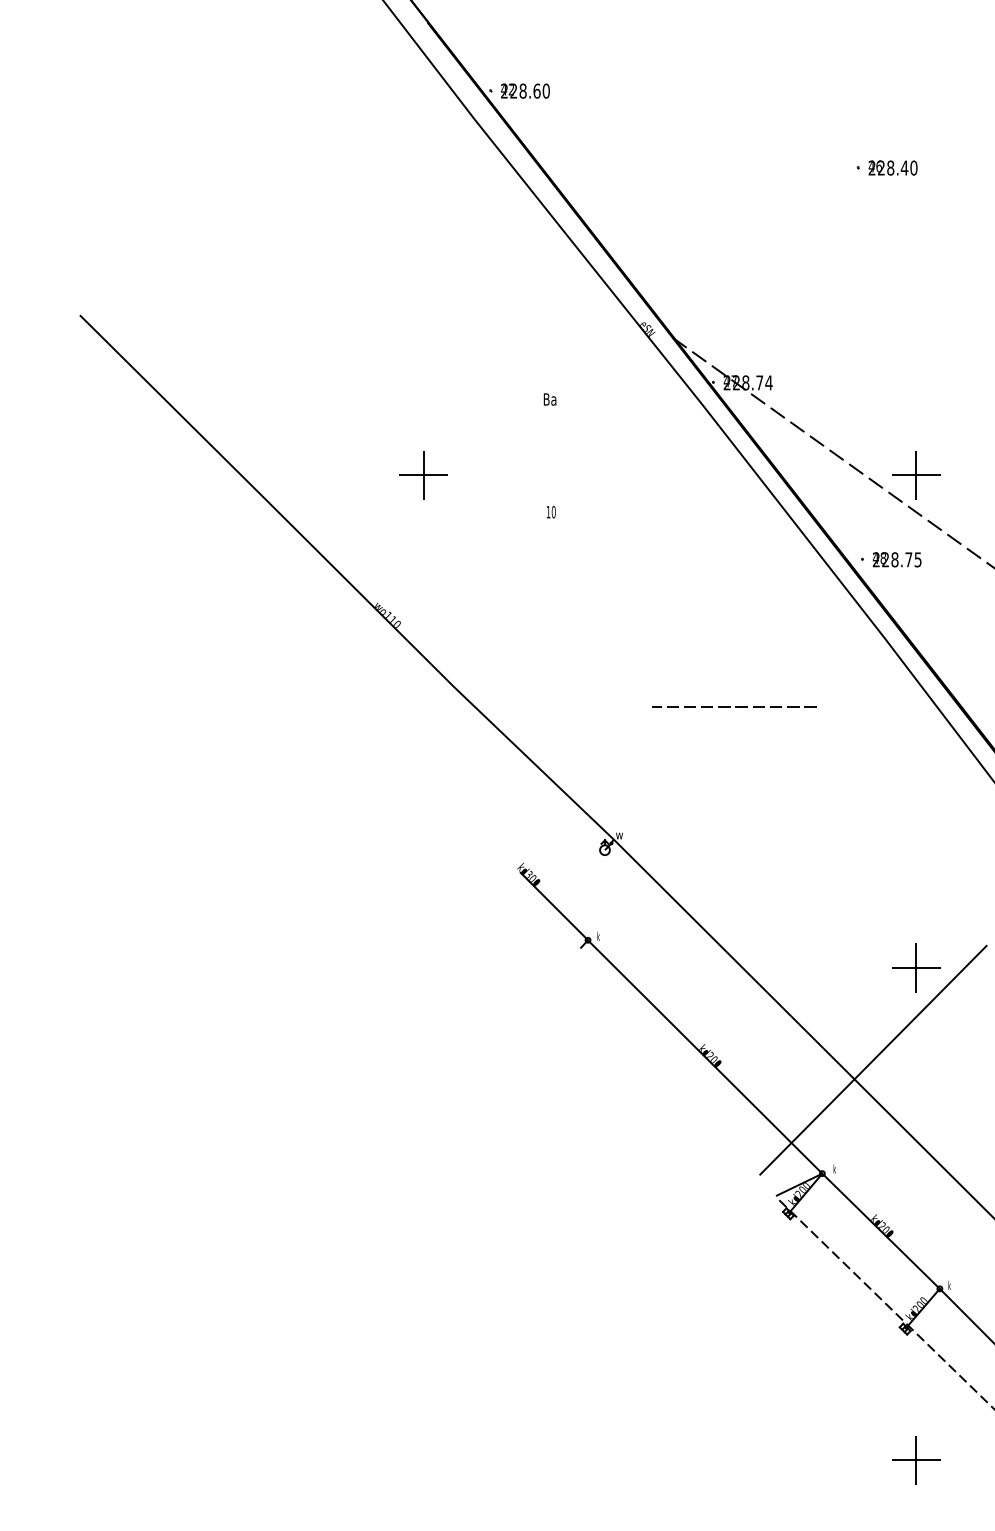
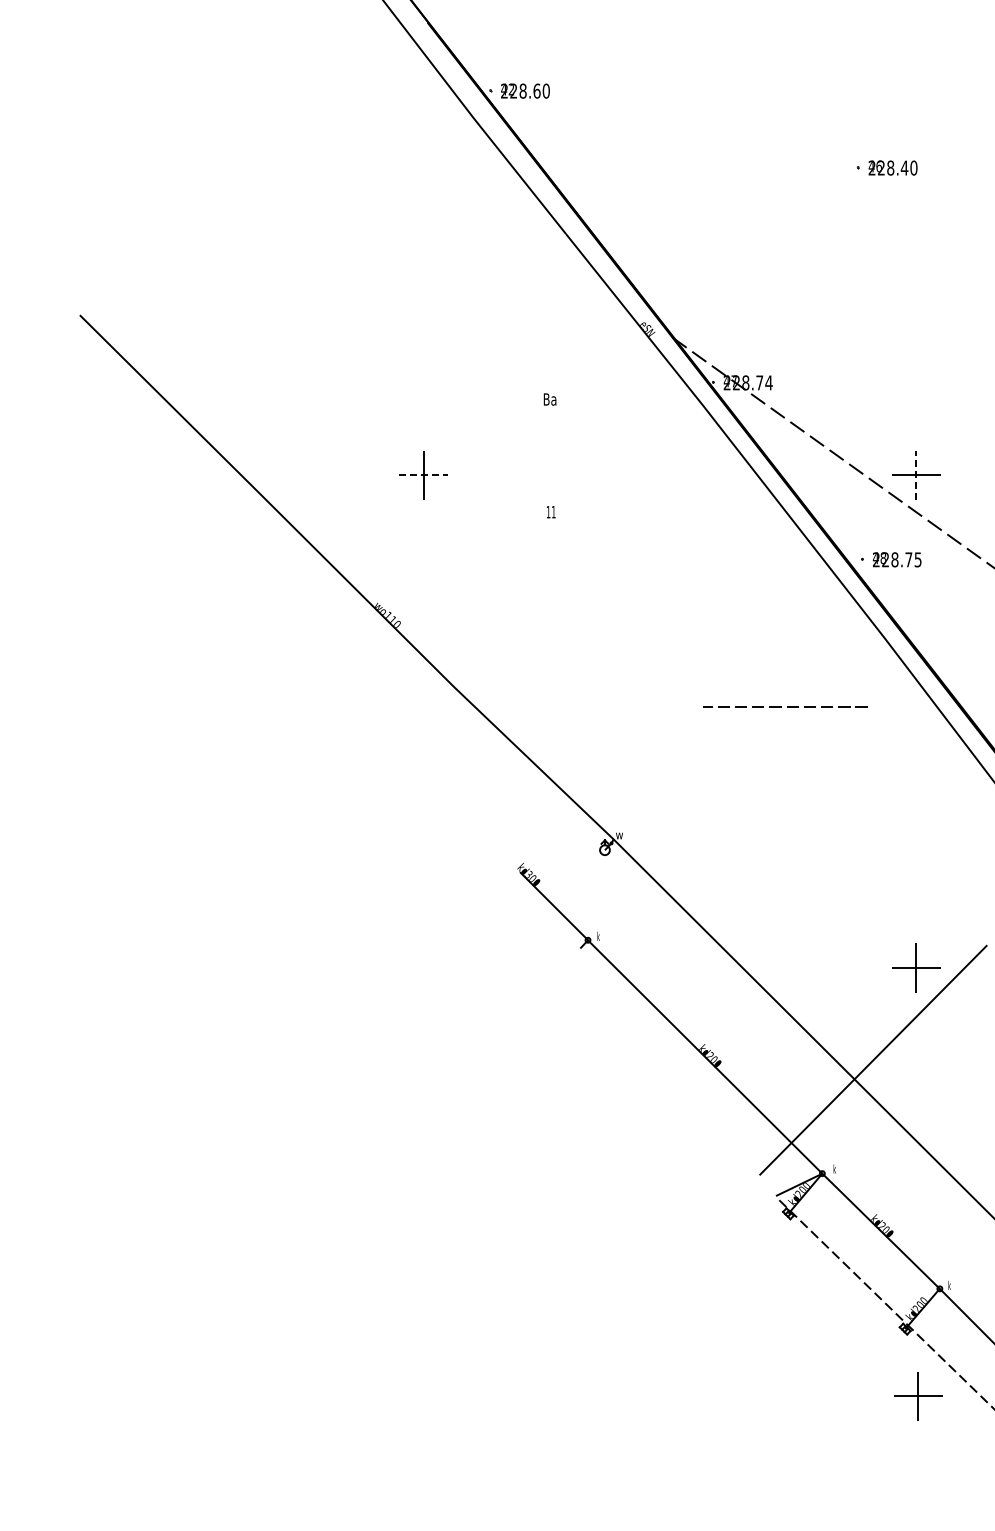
line at (423, 475): solid -> dashed
line at (916, 475): solid -> dashed
text at (553, 512): 10 -> 11
line at (735, 706) position: (735, 706) -> (786, 706)
part at (916, 1460) position: (916, 1460) -> (918, 1396)
